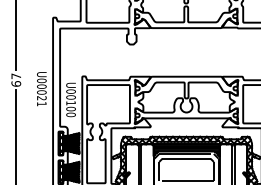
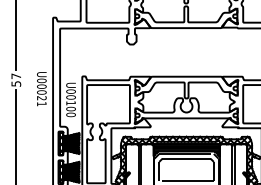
text at (16, 83): 67 -> 57
